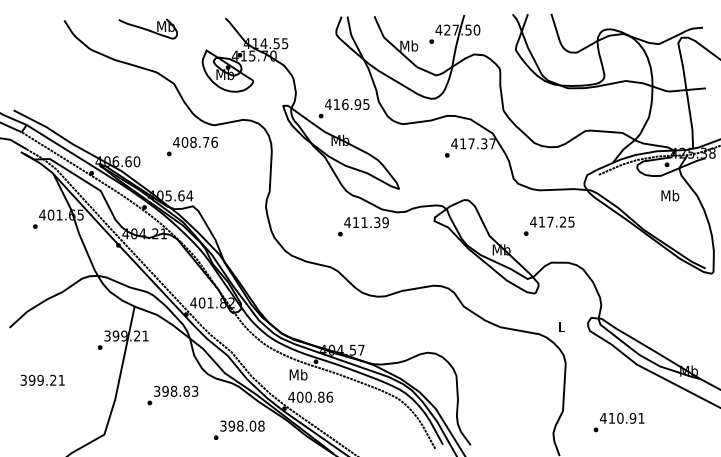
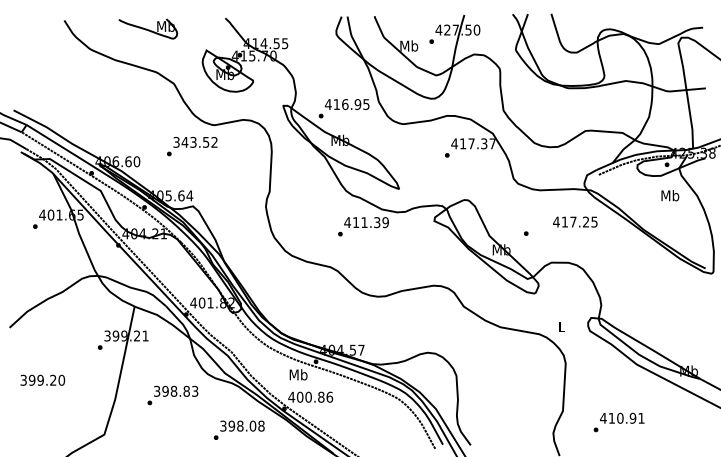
text at (195, 141): 408.76 -> 343.52
text at (552, 221) position: (552, 221) -> (575, 221)
text at (61, 379): 399.21 -> 399.20
